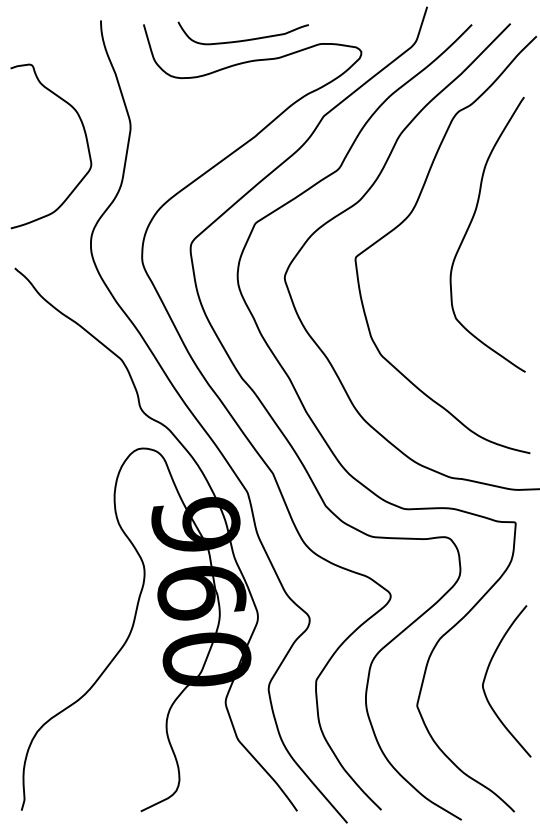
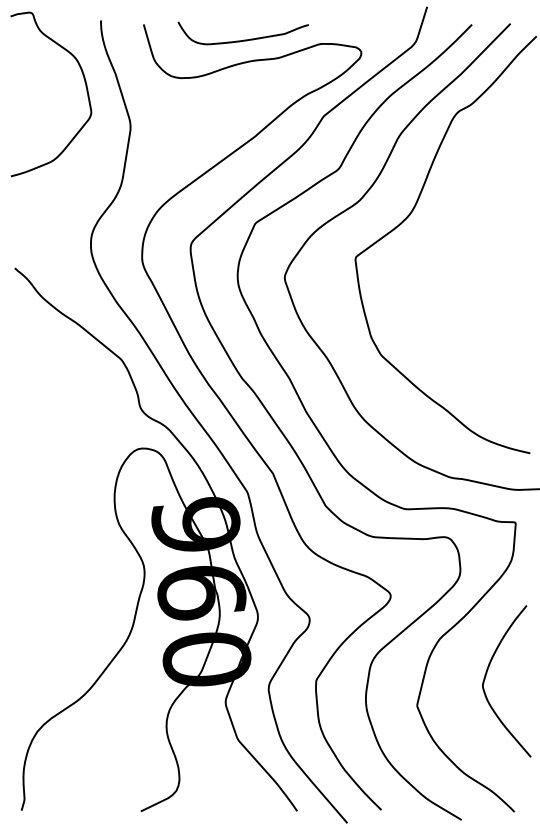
curve at (85, 138) position: (85, 138) -> (85, 86)
curve at (469, 228): present -> none
